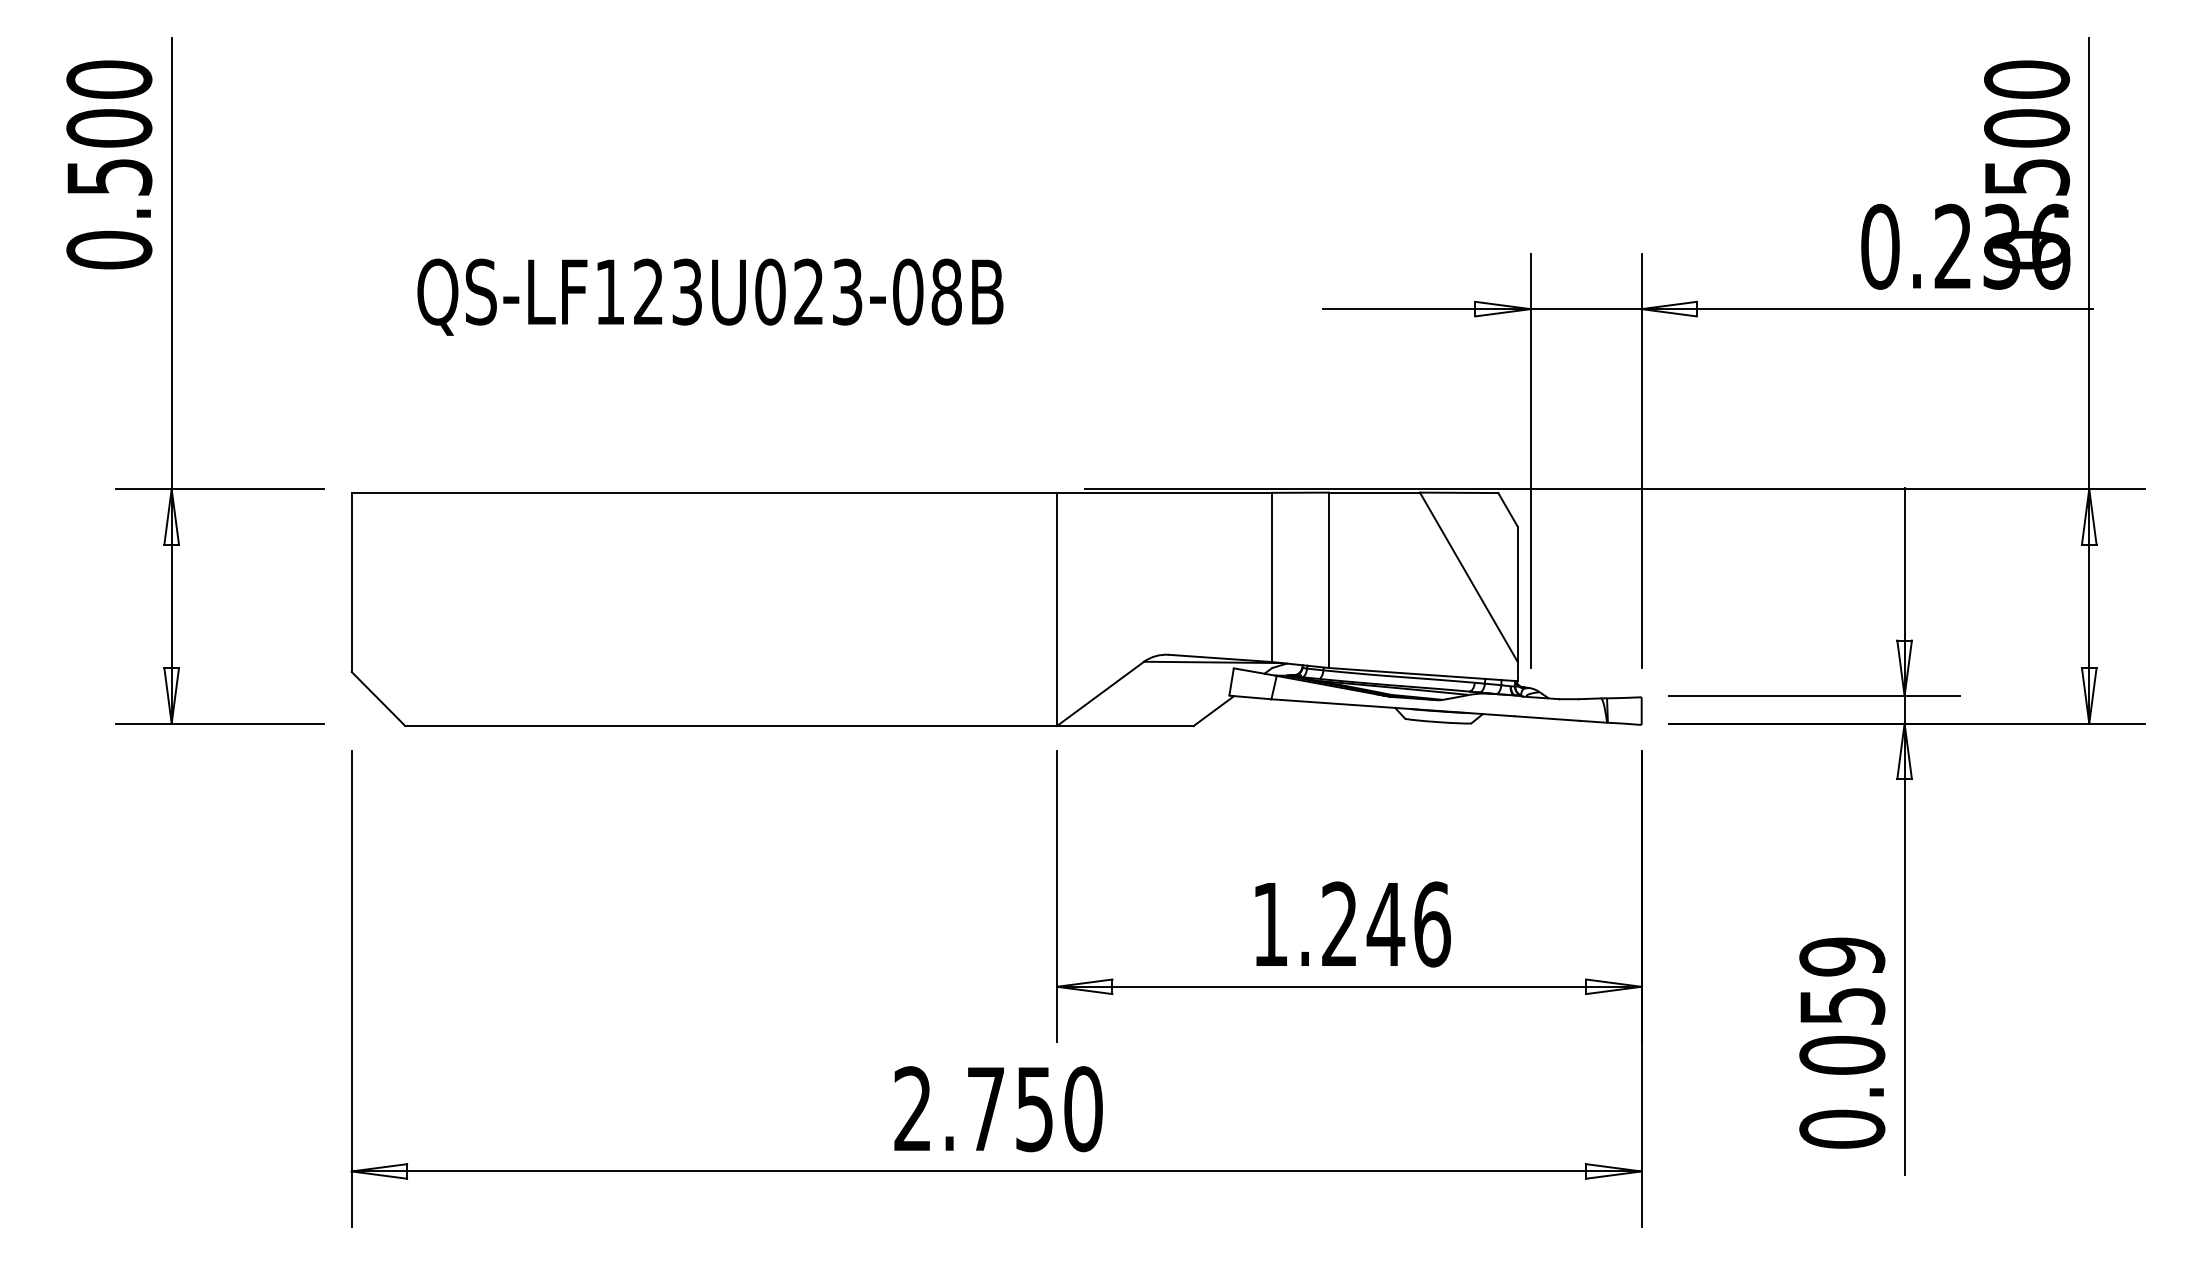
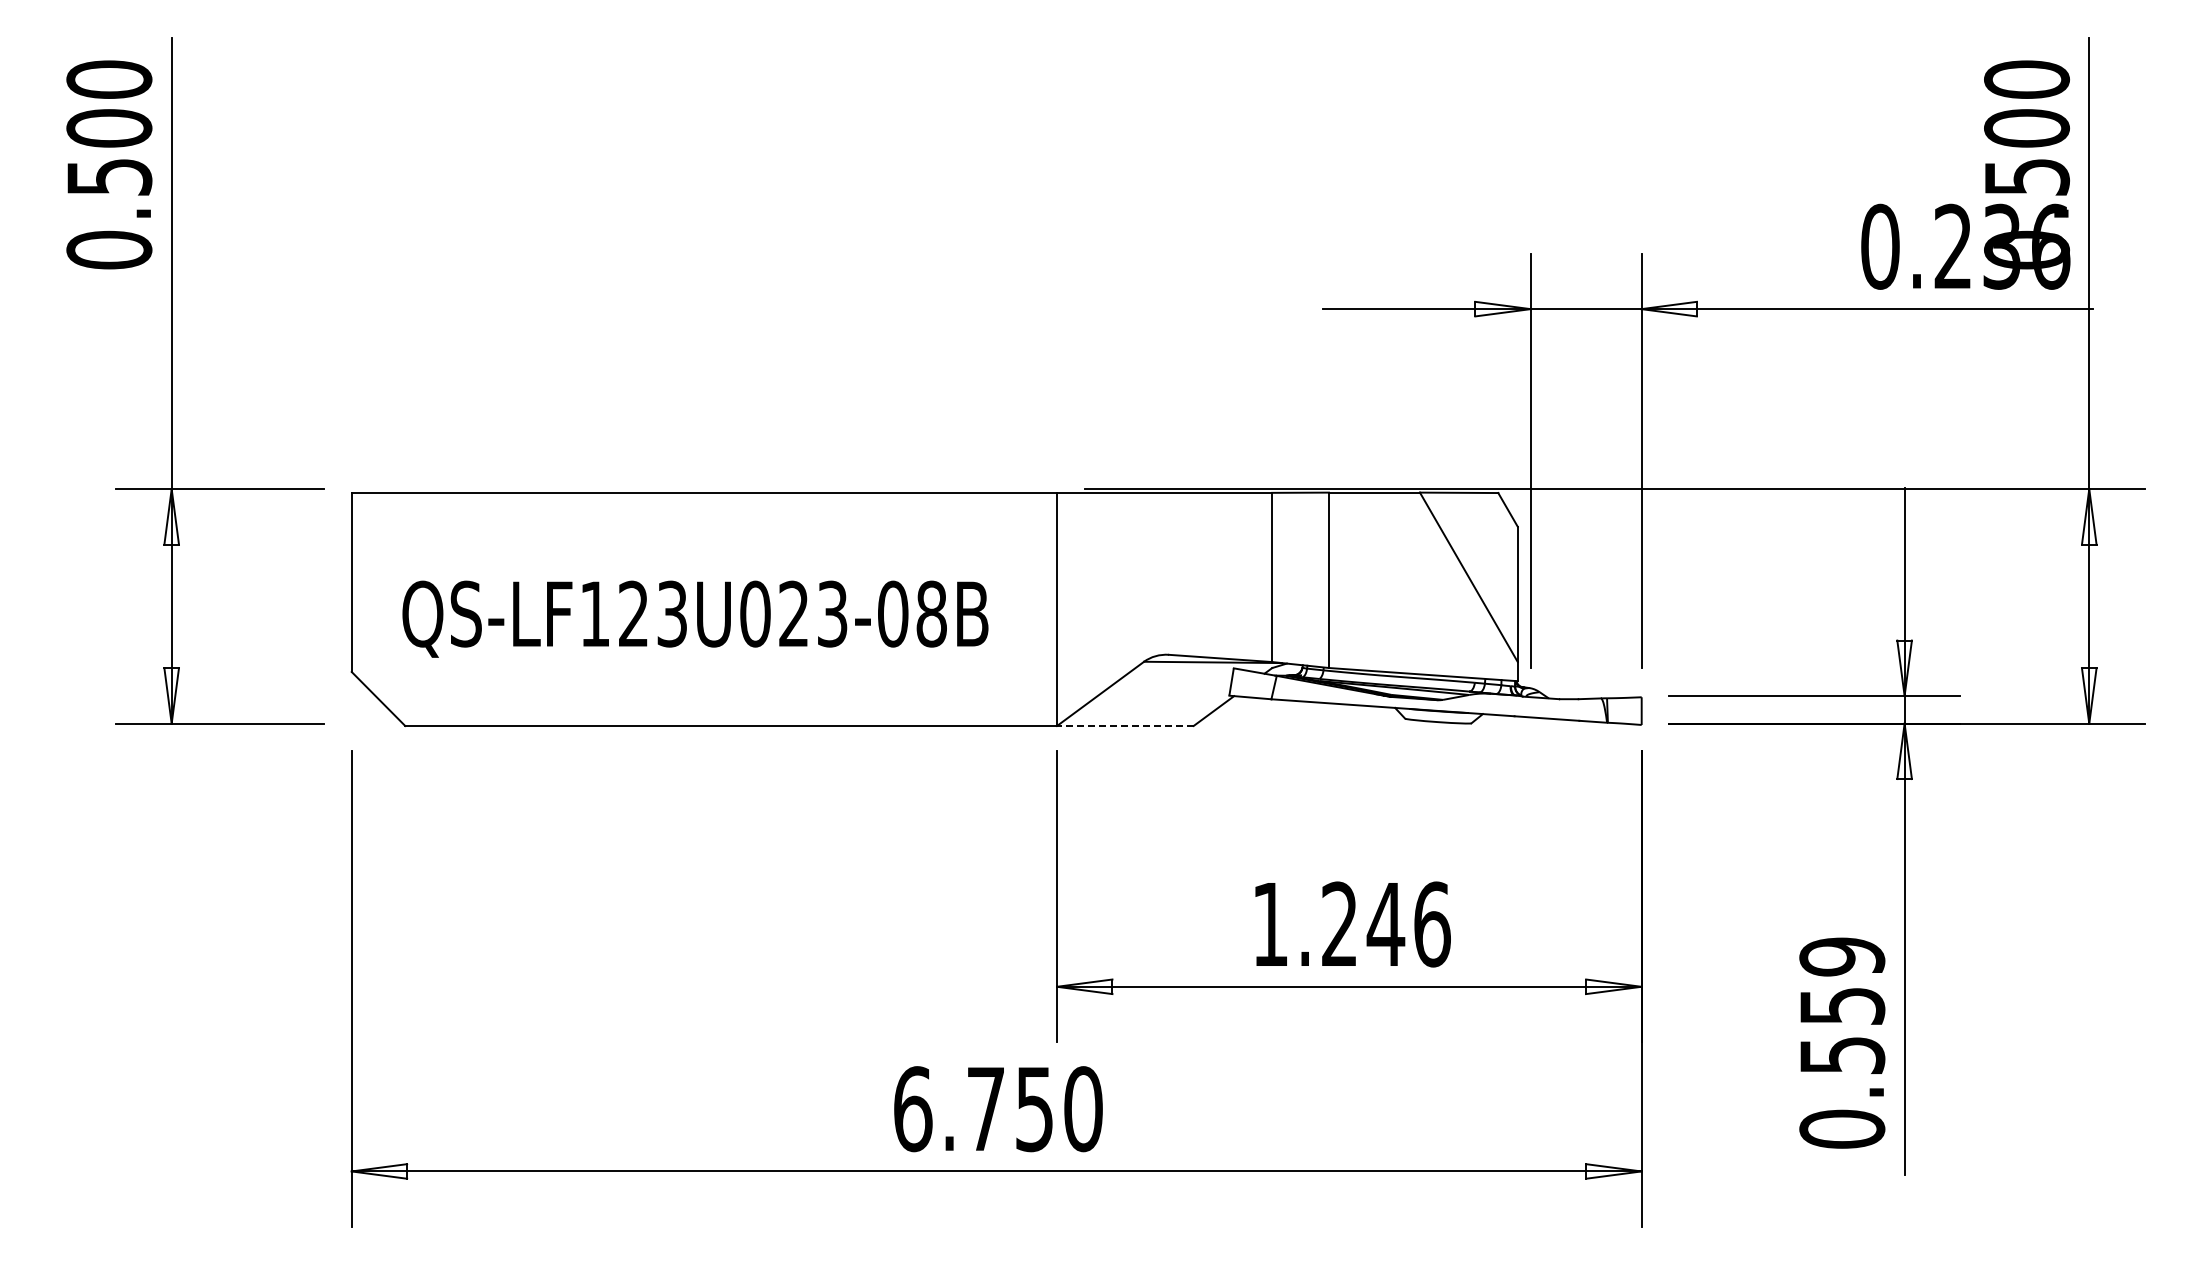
text at (710, 296) position: (710, 296) -> (695, 618)
line at (1124, 725): solid -> dashed
text at (1842, 1055): 0.059 -> 0.559
text at (913, 1109): 2.750 -> 6.750
